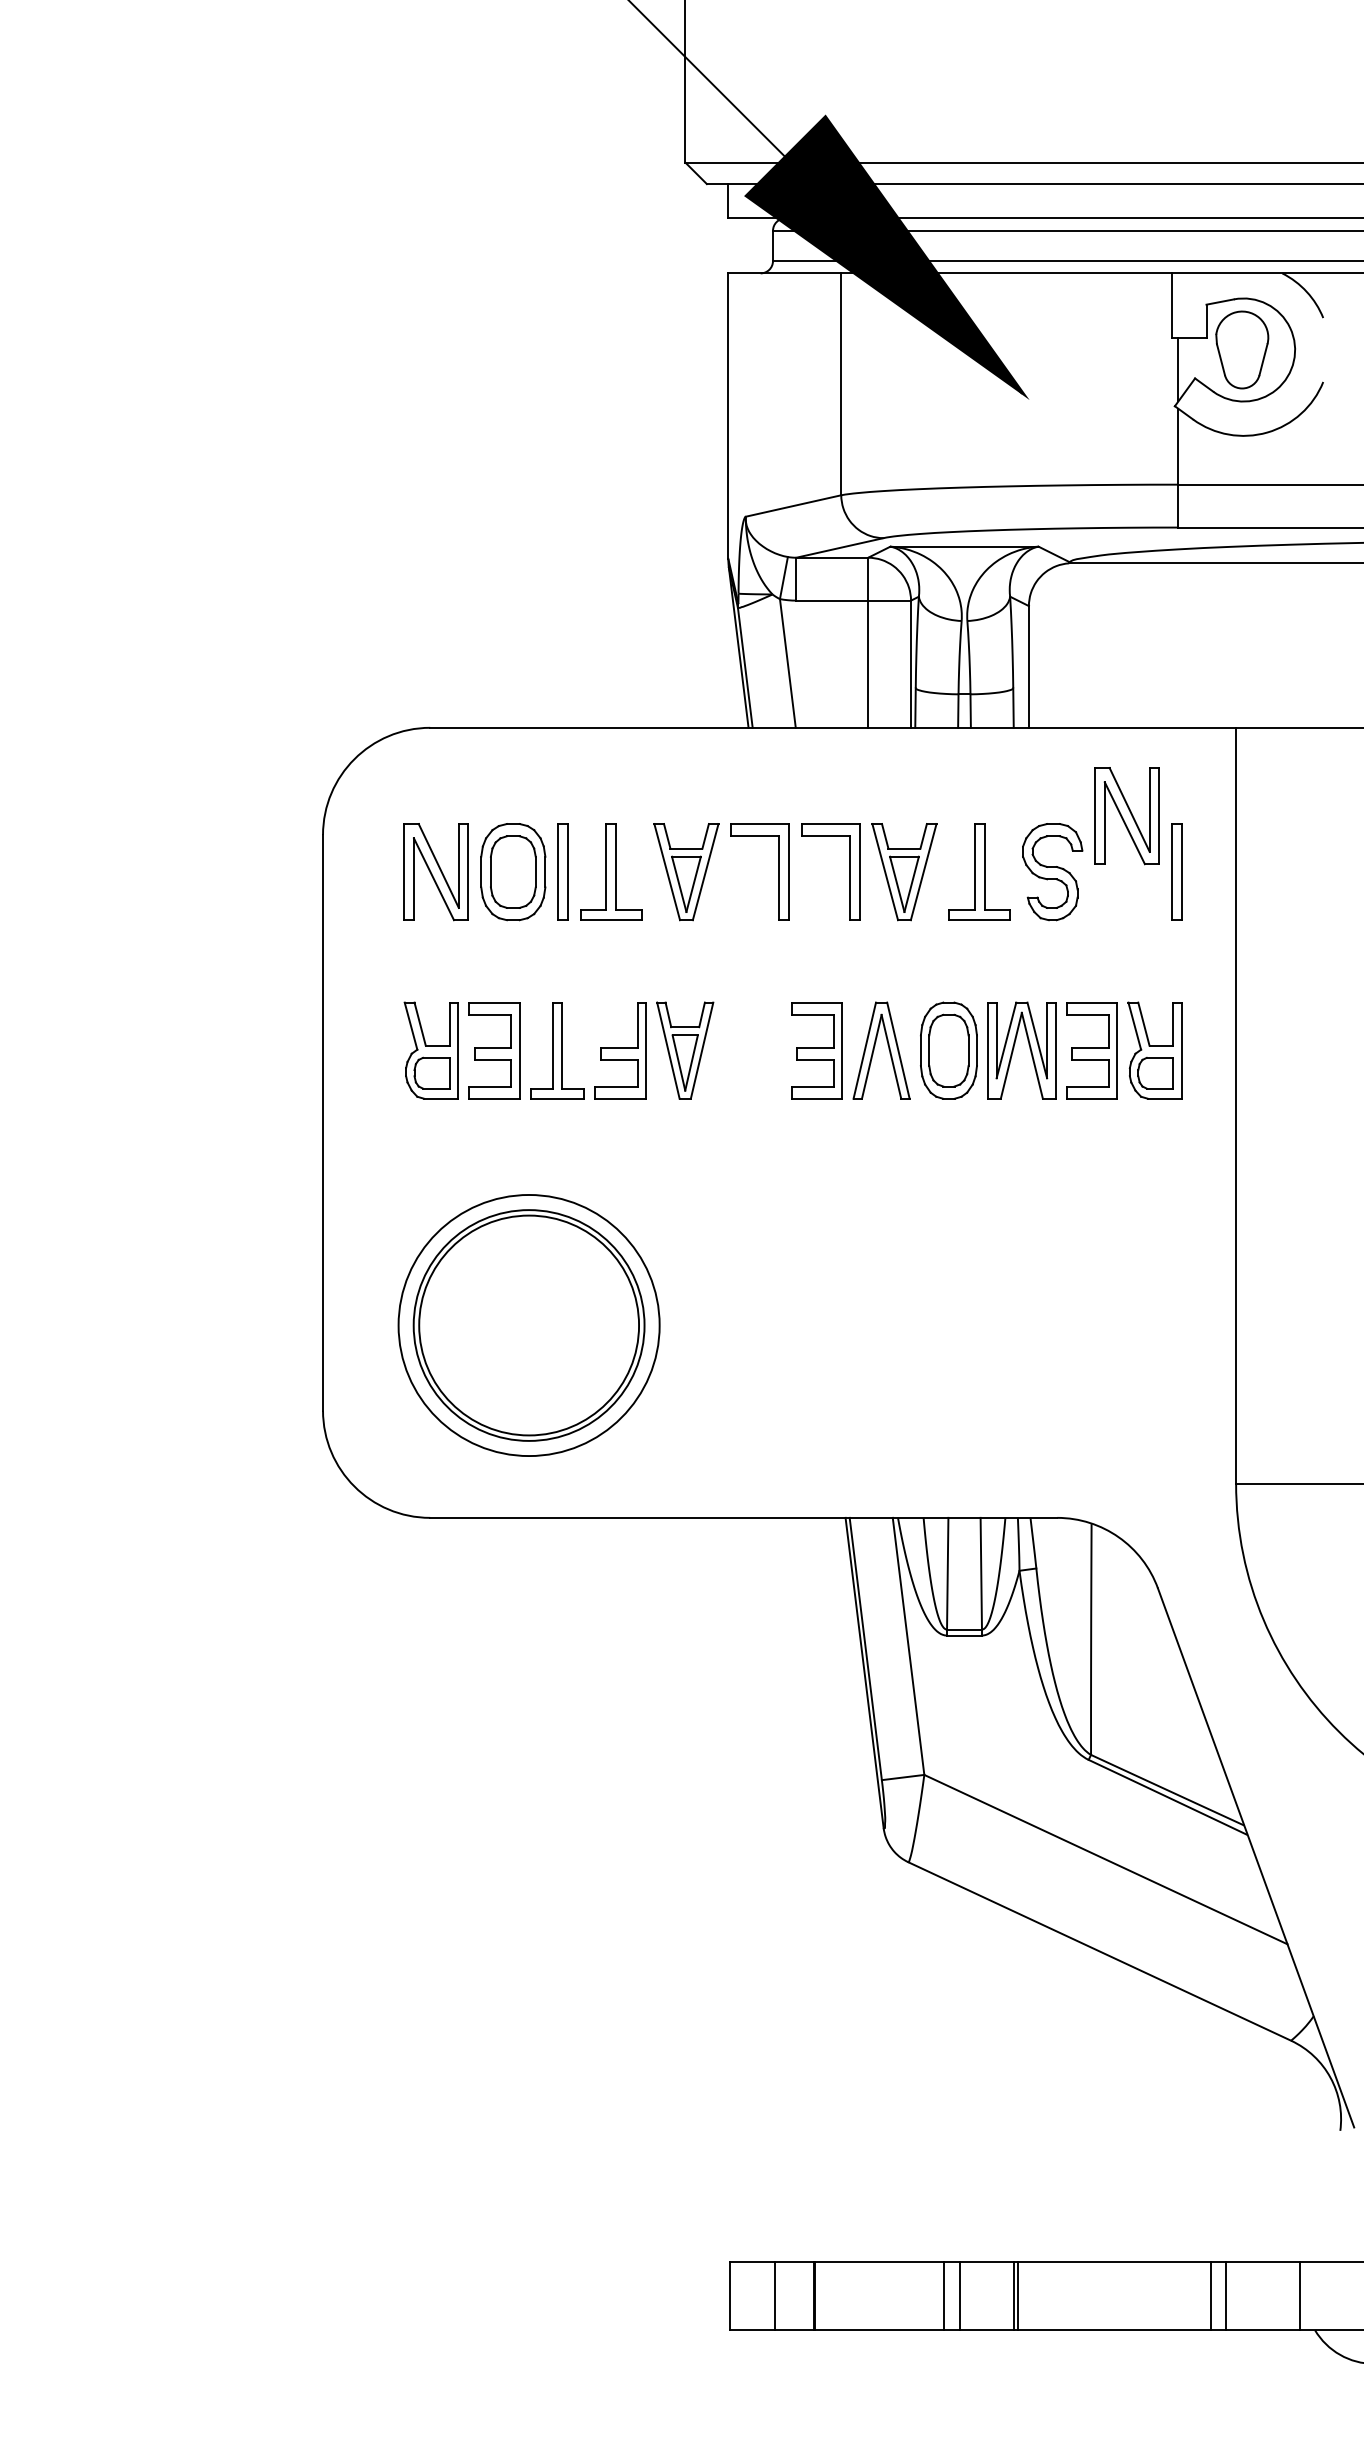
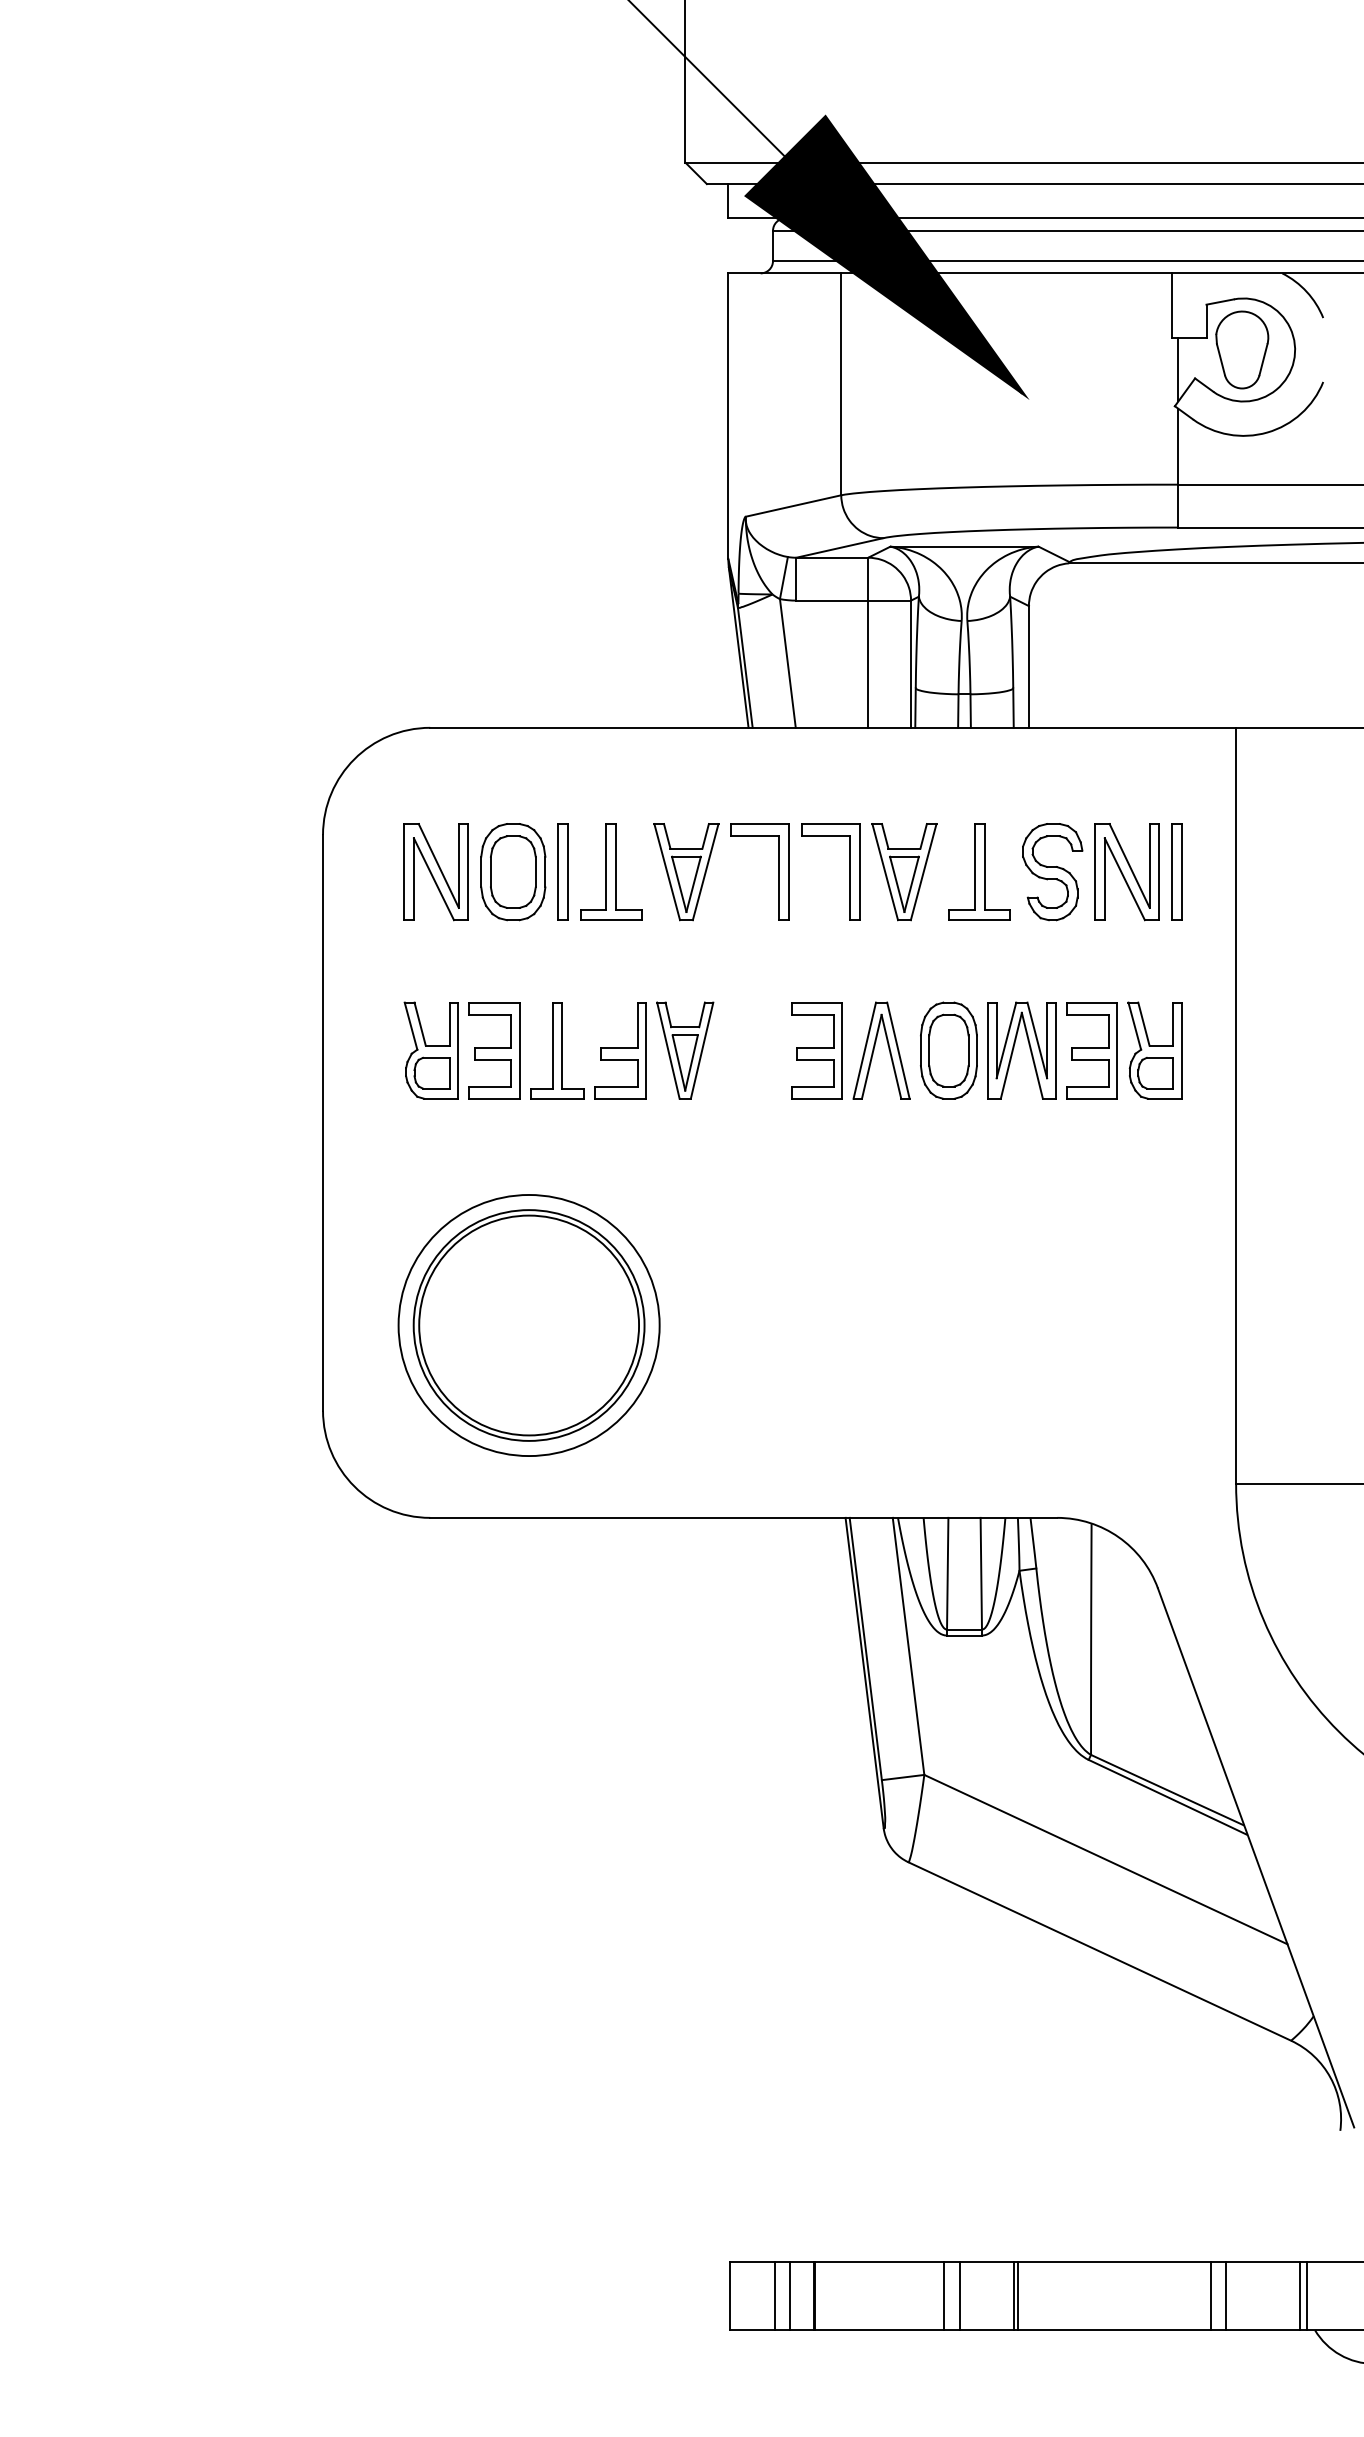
part at (1126, 816) position: (1126, 816) -> (1126, 872)
line at (789, 2295): none -> present
line at (1307, 2295): none -> present
